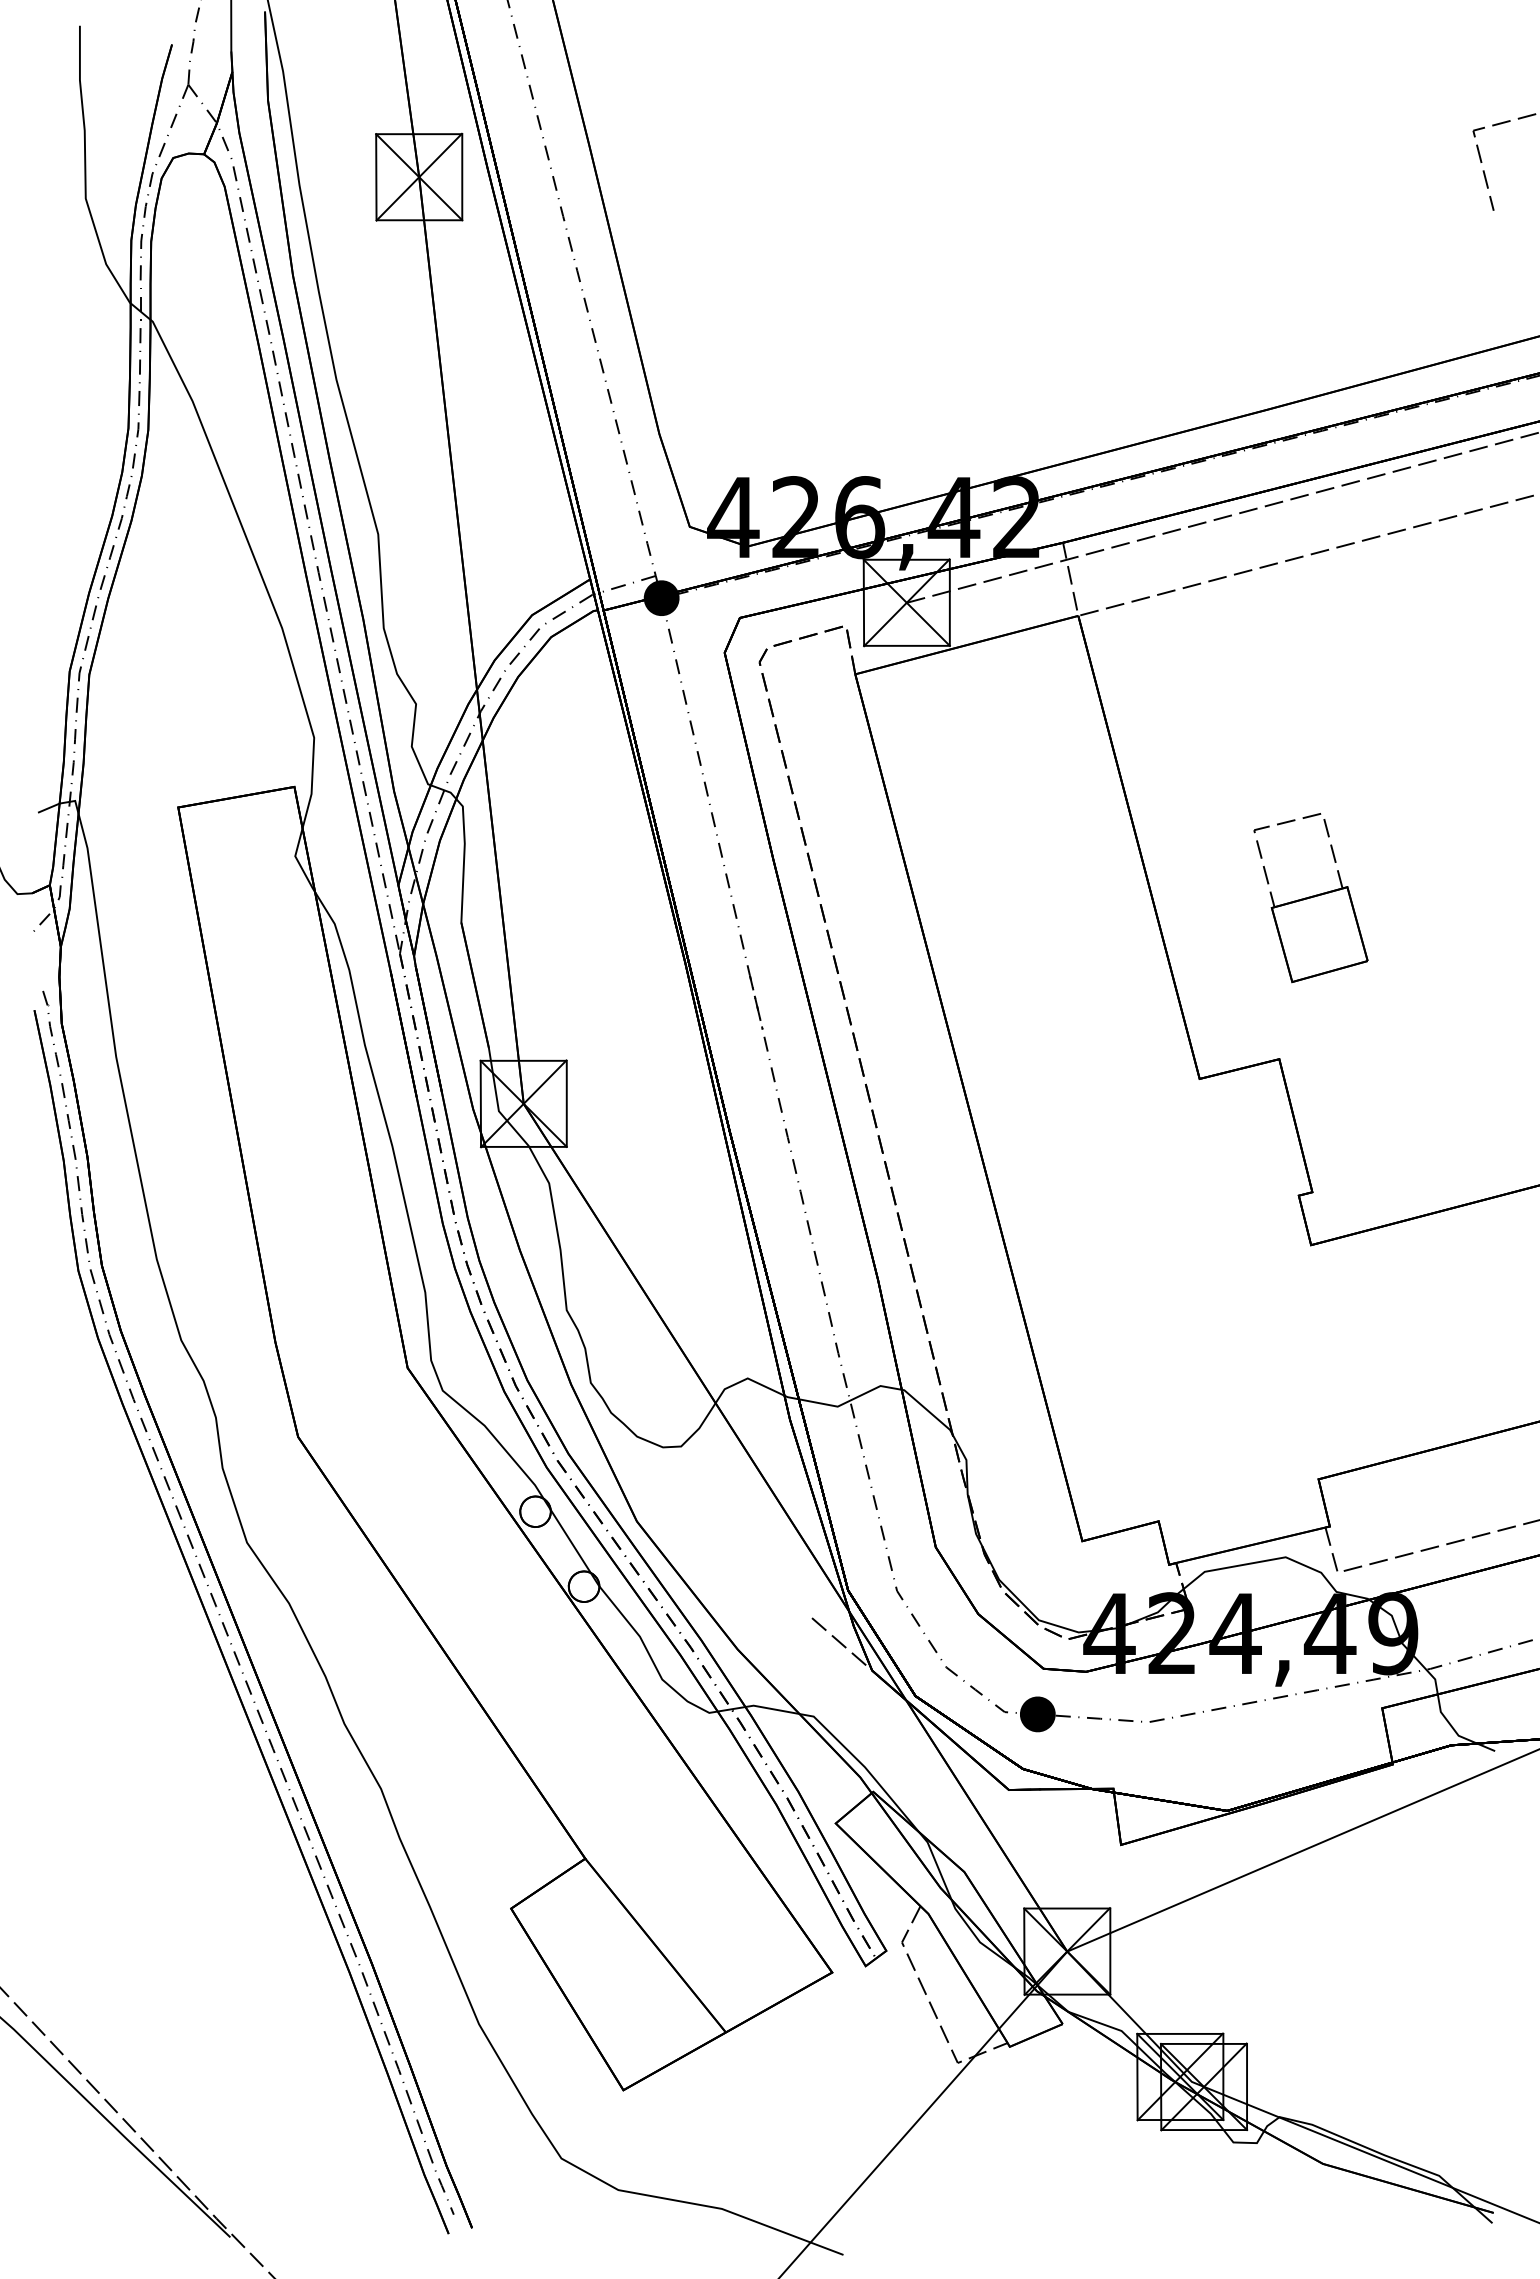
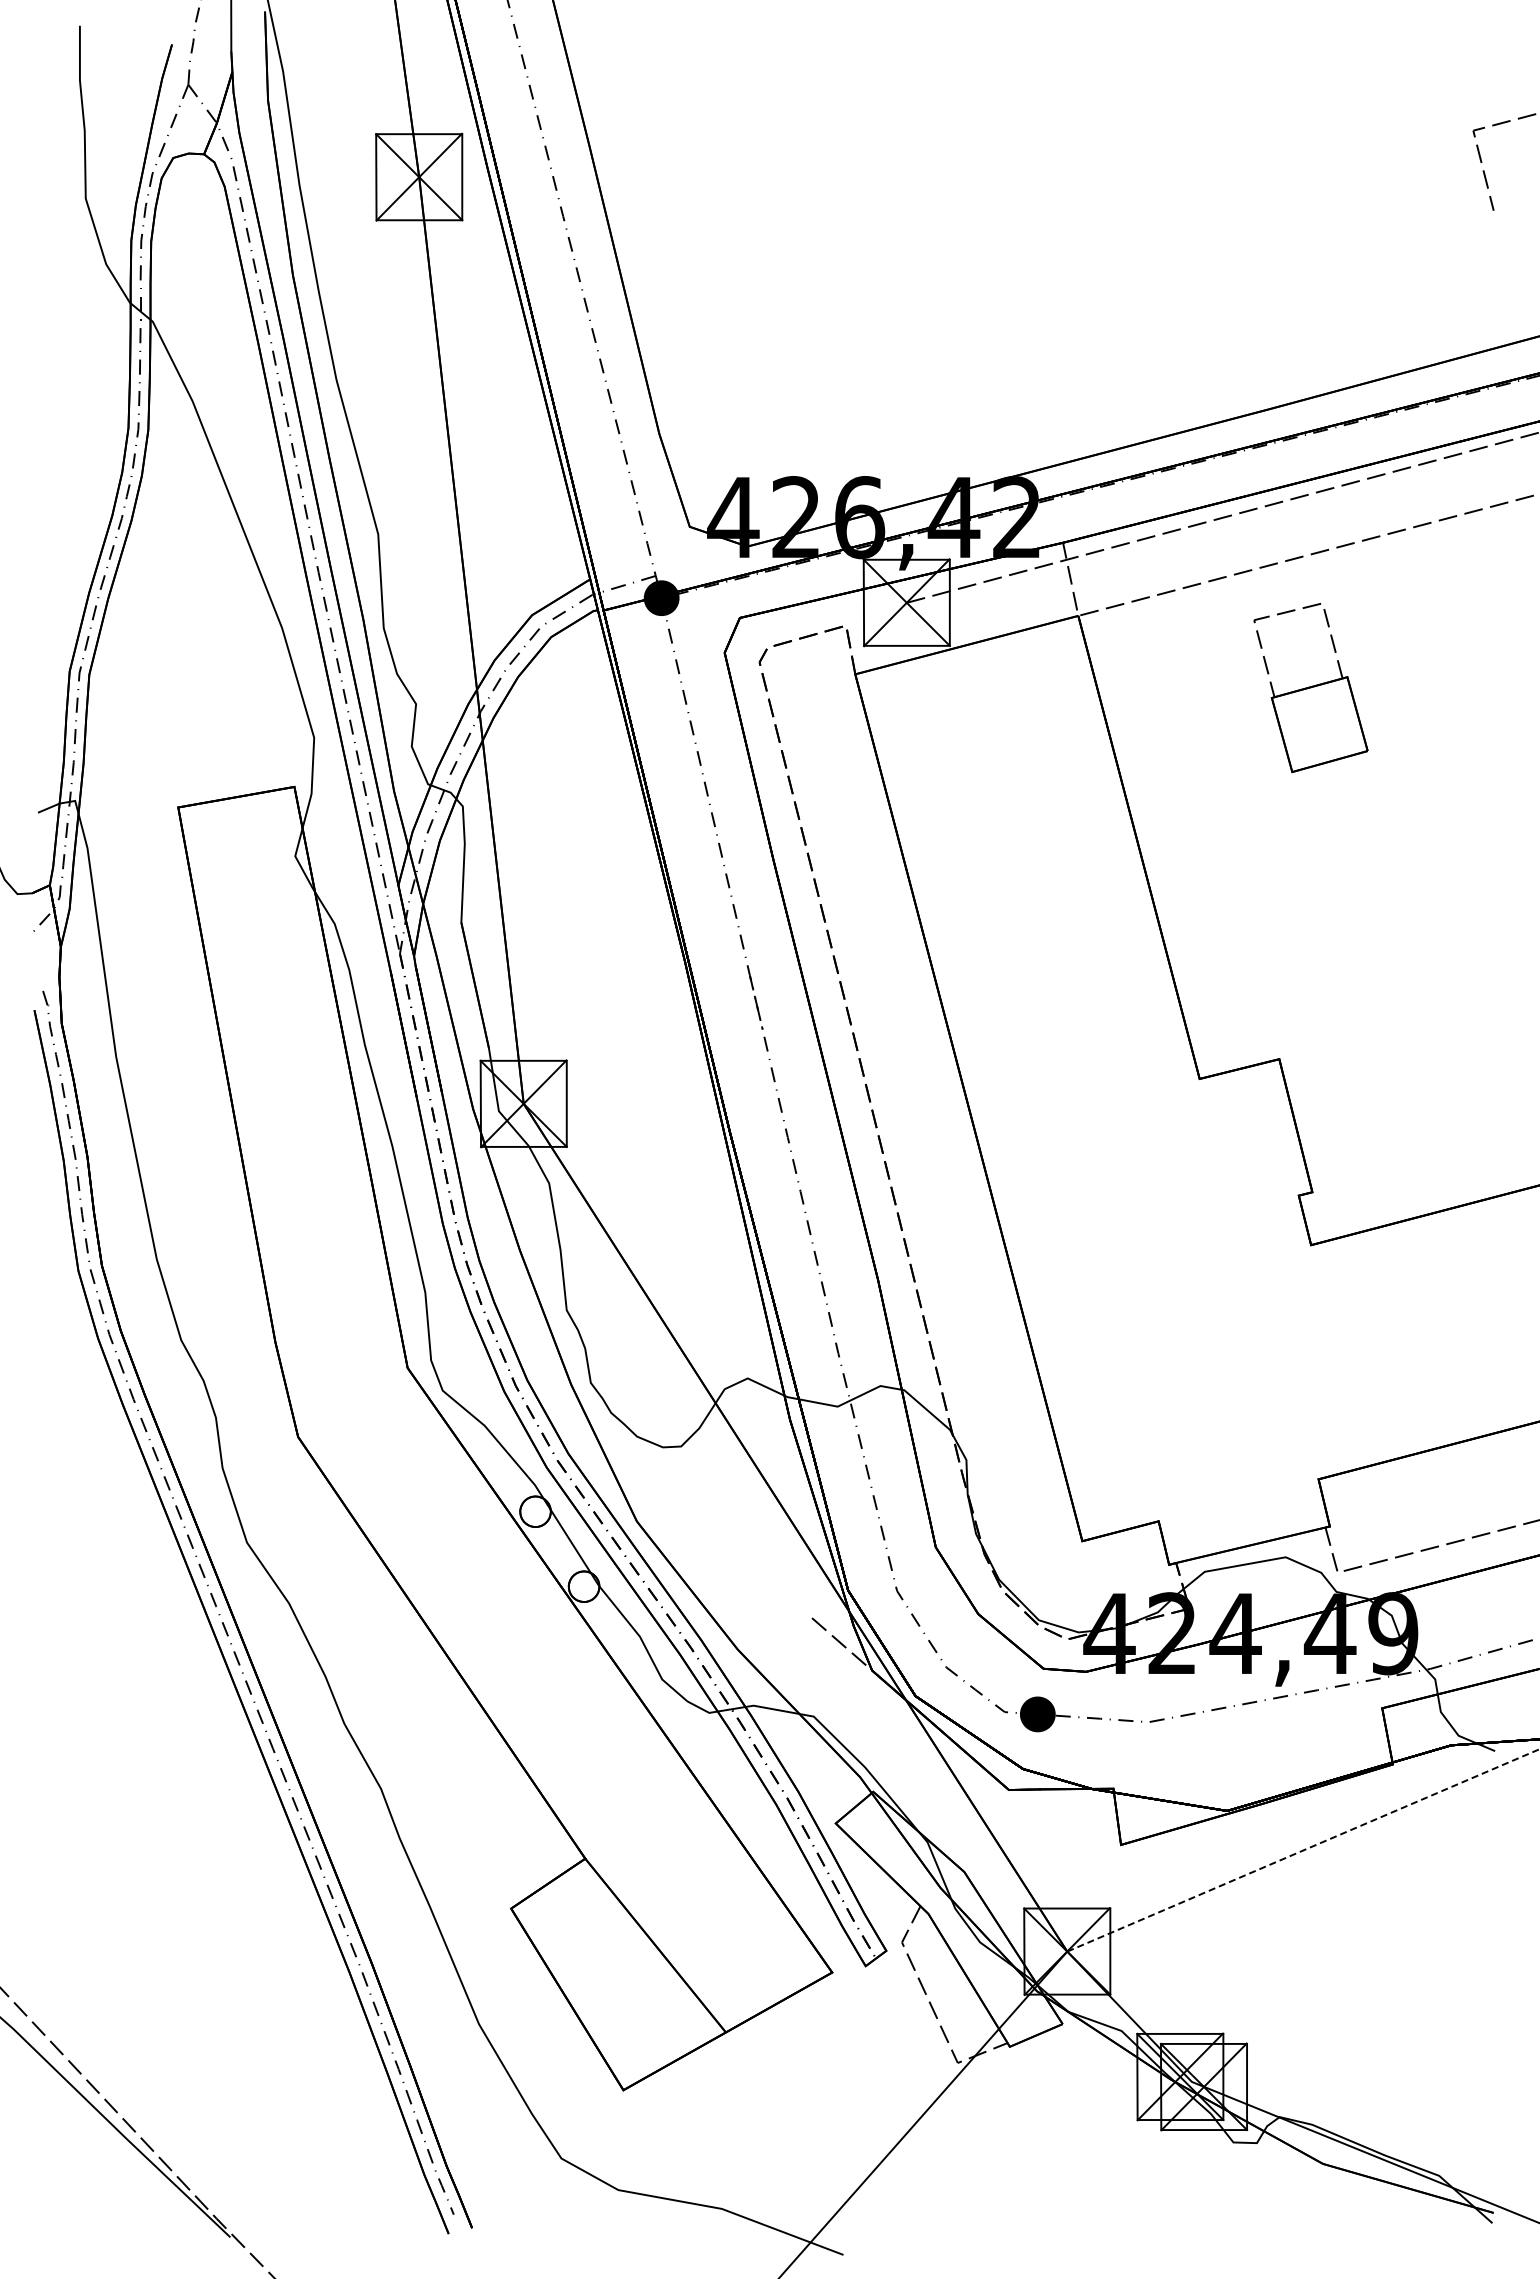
part at (1310, 898) position: (1310, 898) -> (1310, 688)
line at (1303, 1850): solid -> dashed
